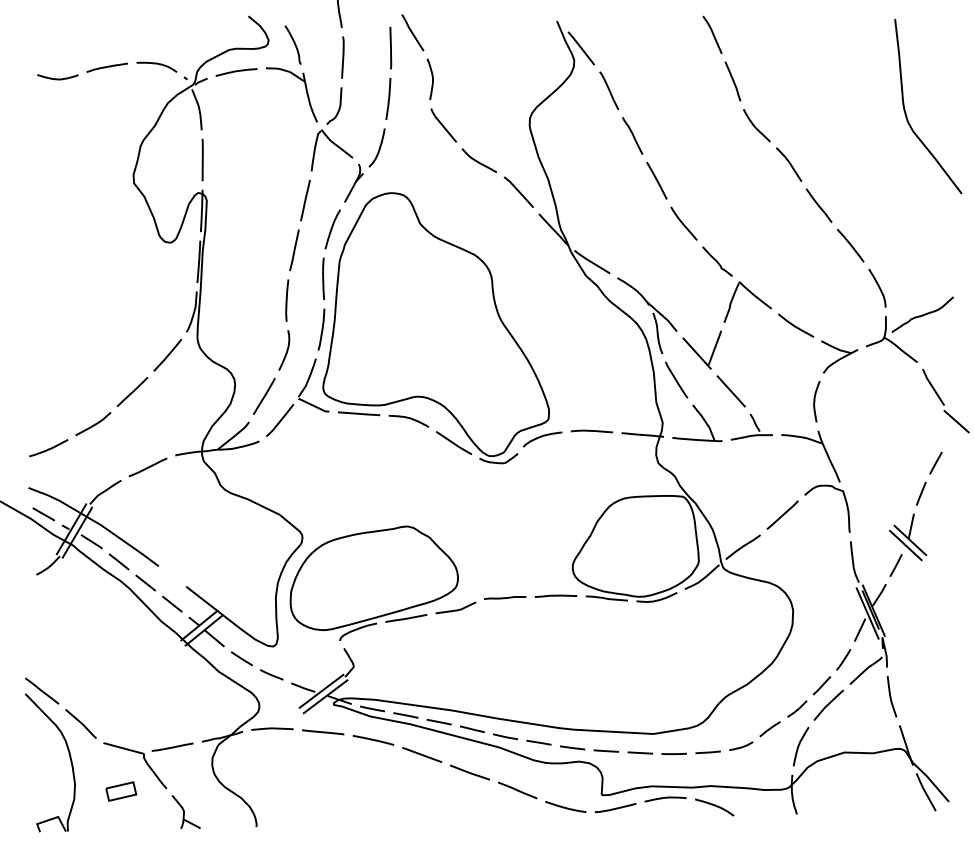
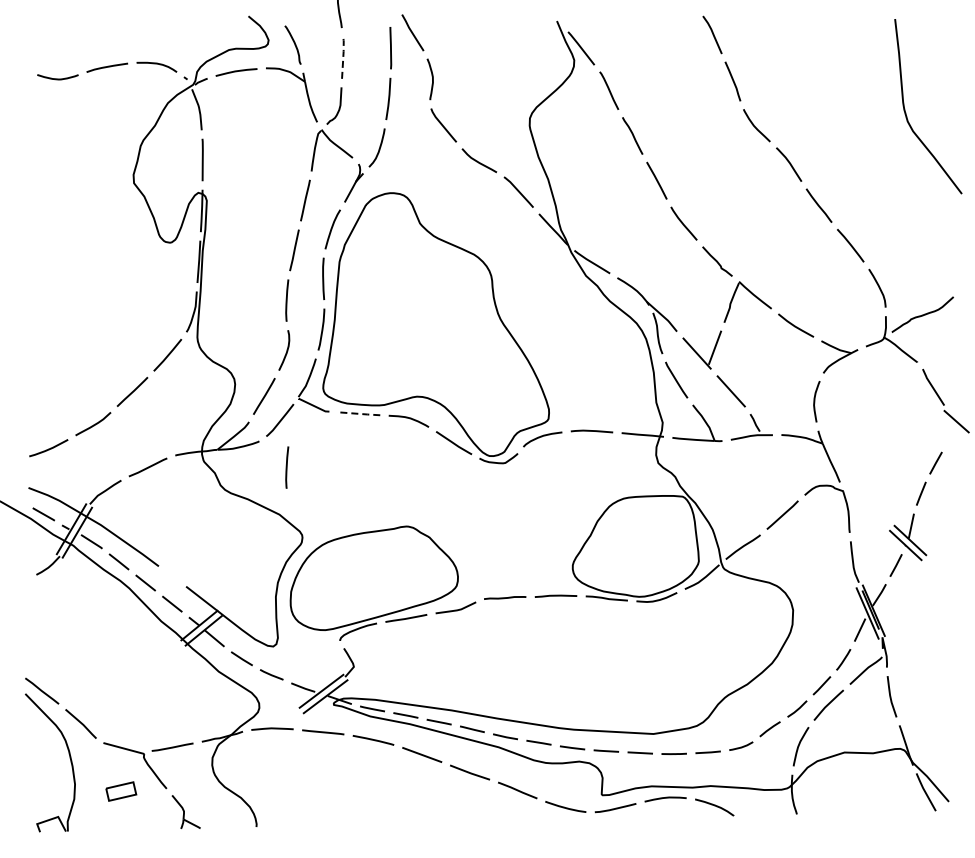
line at (343, 55): solid -> dashed
line at (359, 413): solid -> dashed
line at (287, 467): none -> present
